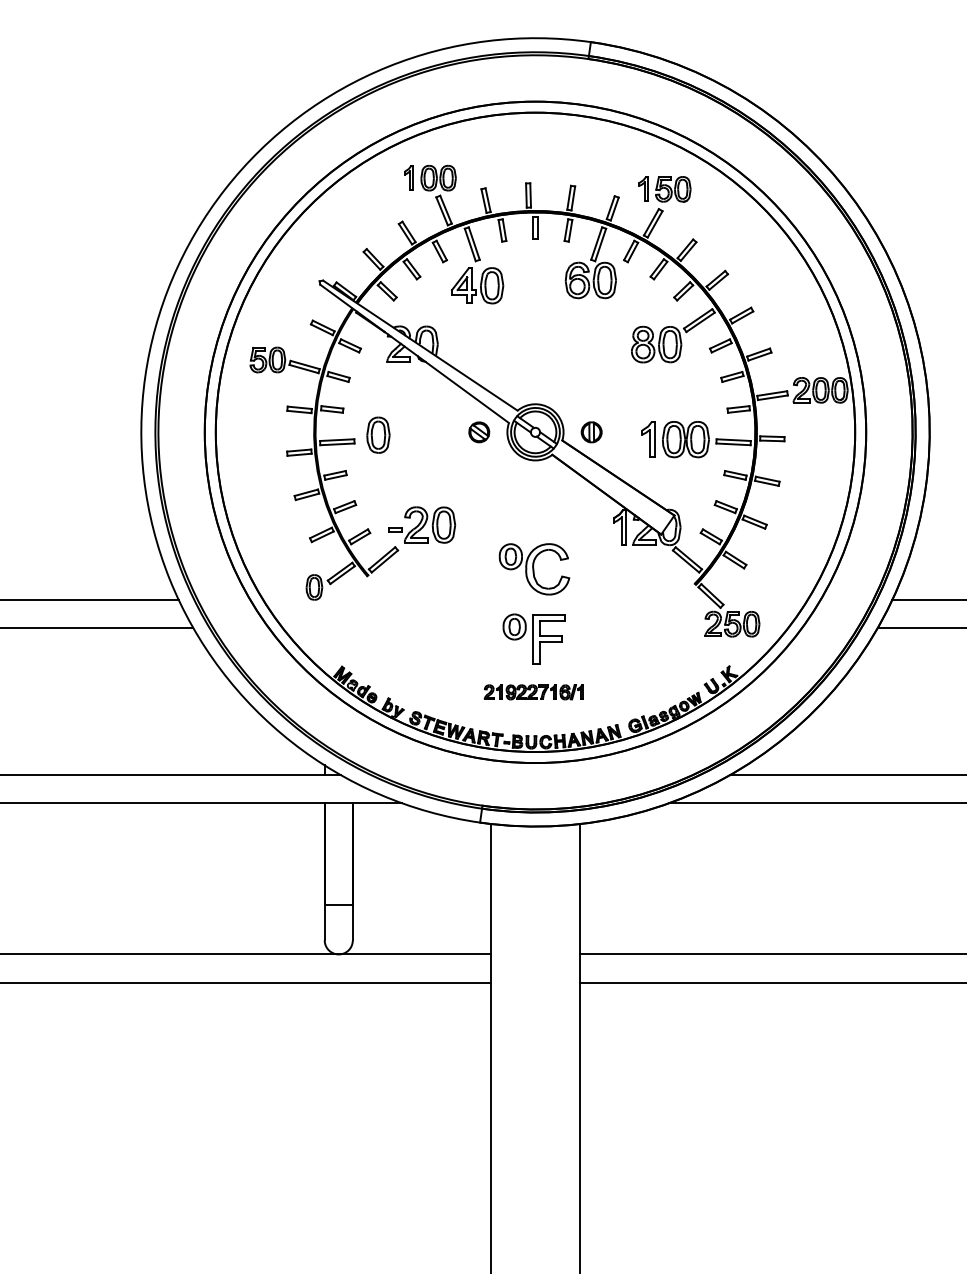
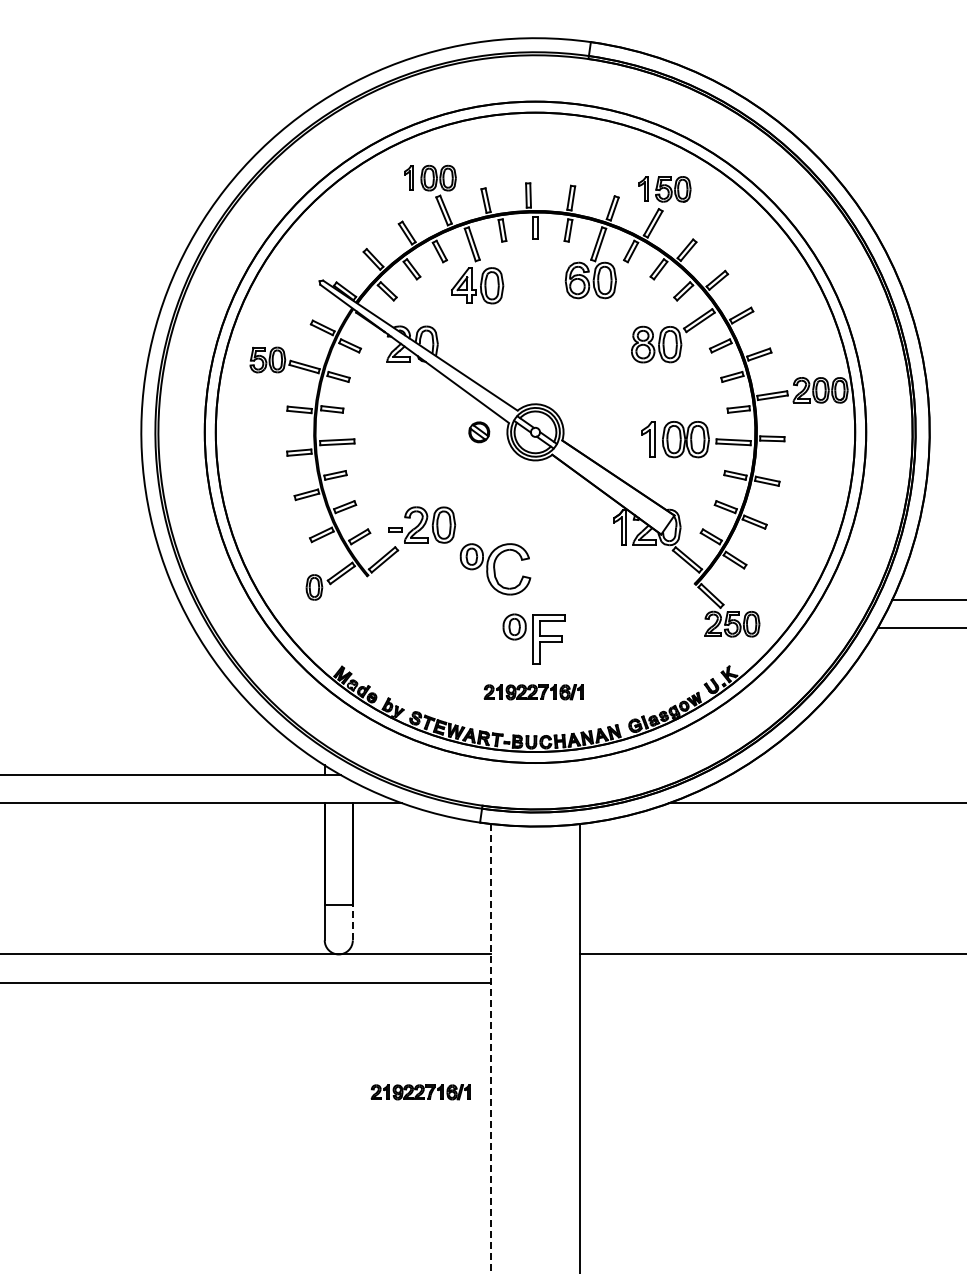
part at (591, 432): present -> none
part at (378, 434): present -> none
part at (534, 569) position: (534, 569) -> (495, 569)
line at (90, 599): present -> none
line at (97, 627): present -> none
line at (846, 775): present -> none
line at (352, 922): solid -> dashed
line at (771, 982): present -> none
line at (490, 1048): solid -> dashed
part at (420, 1092): none -> present
